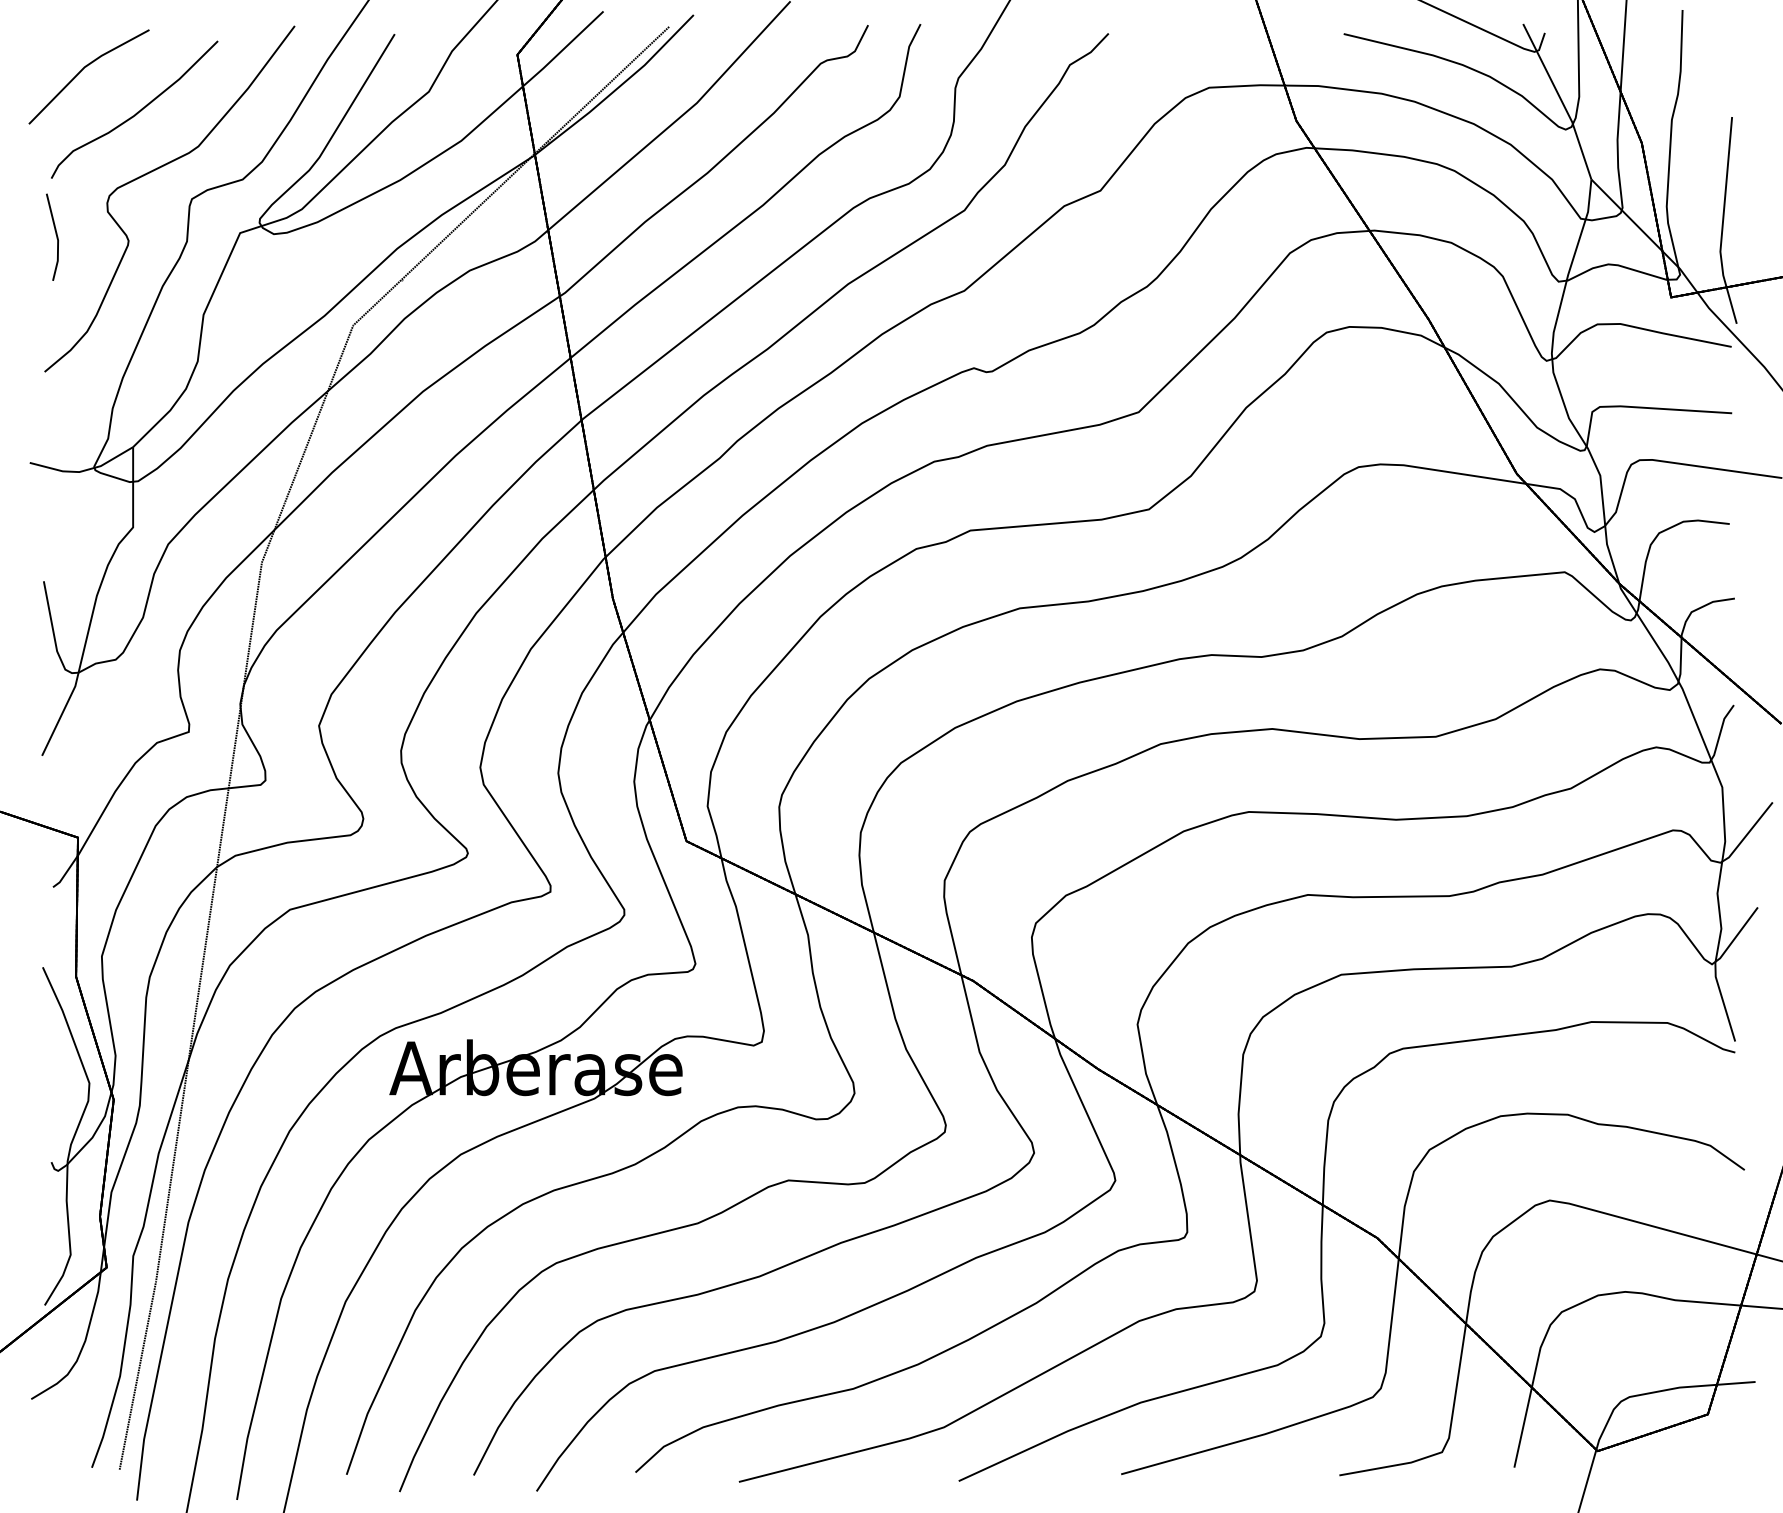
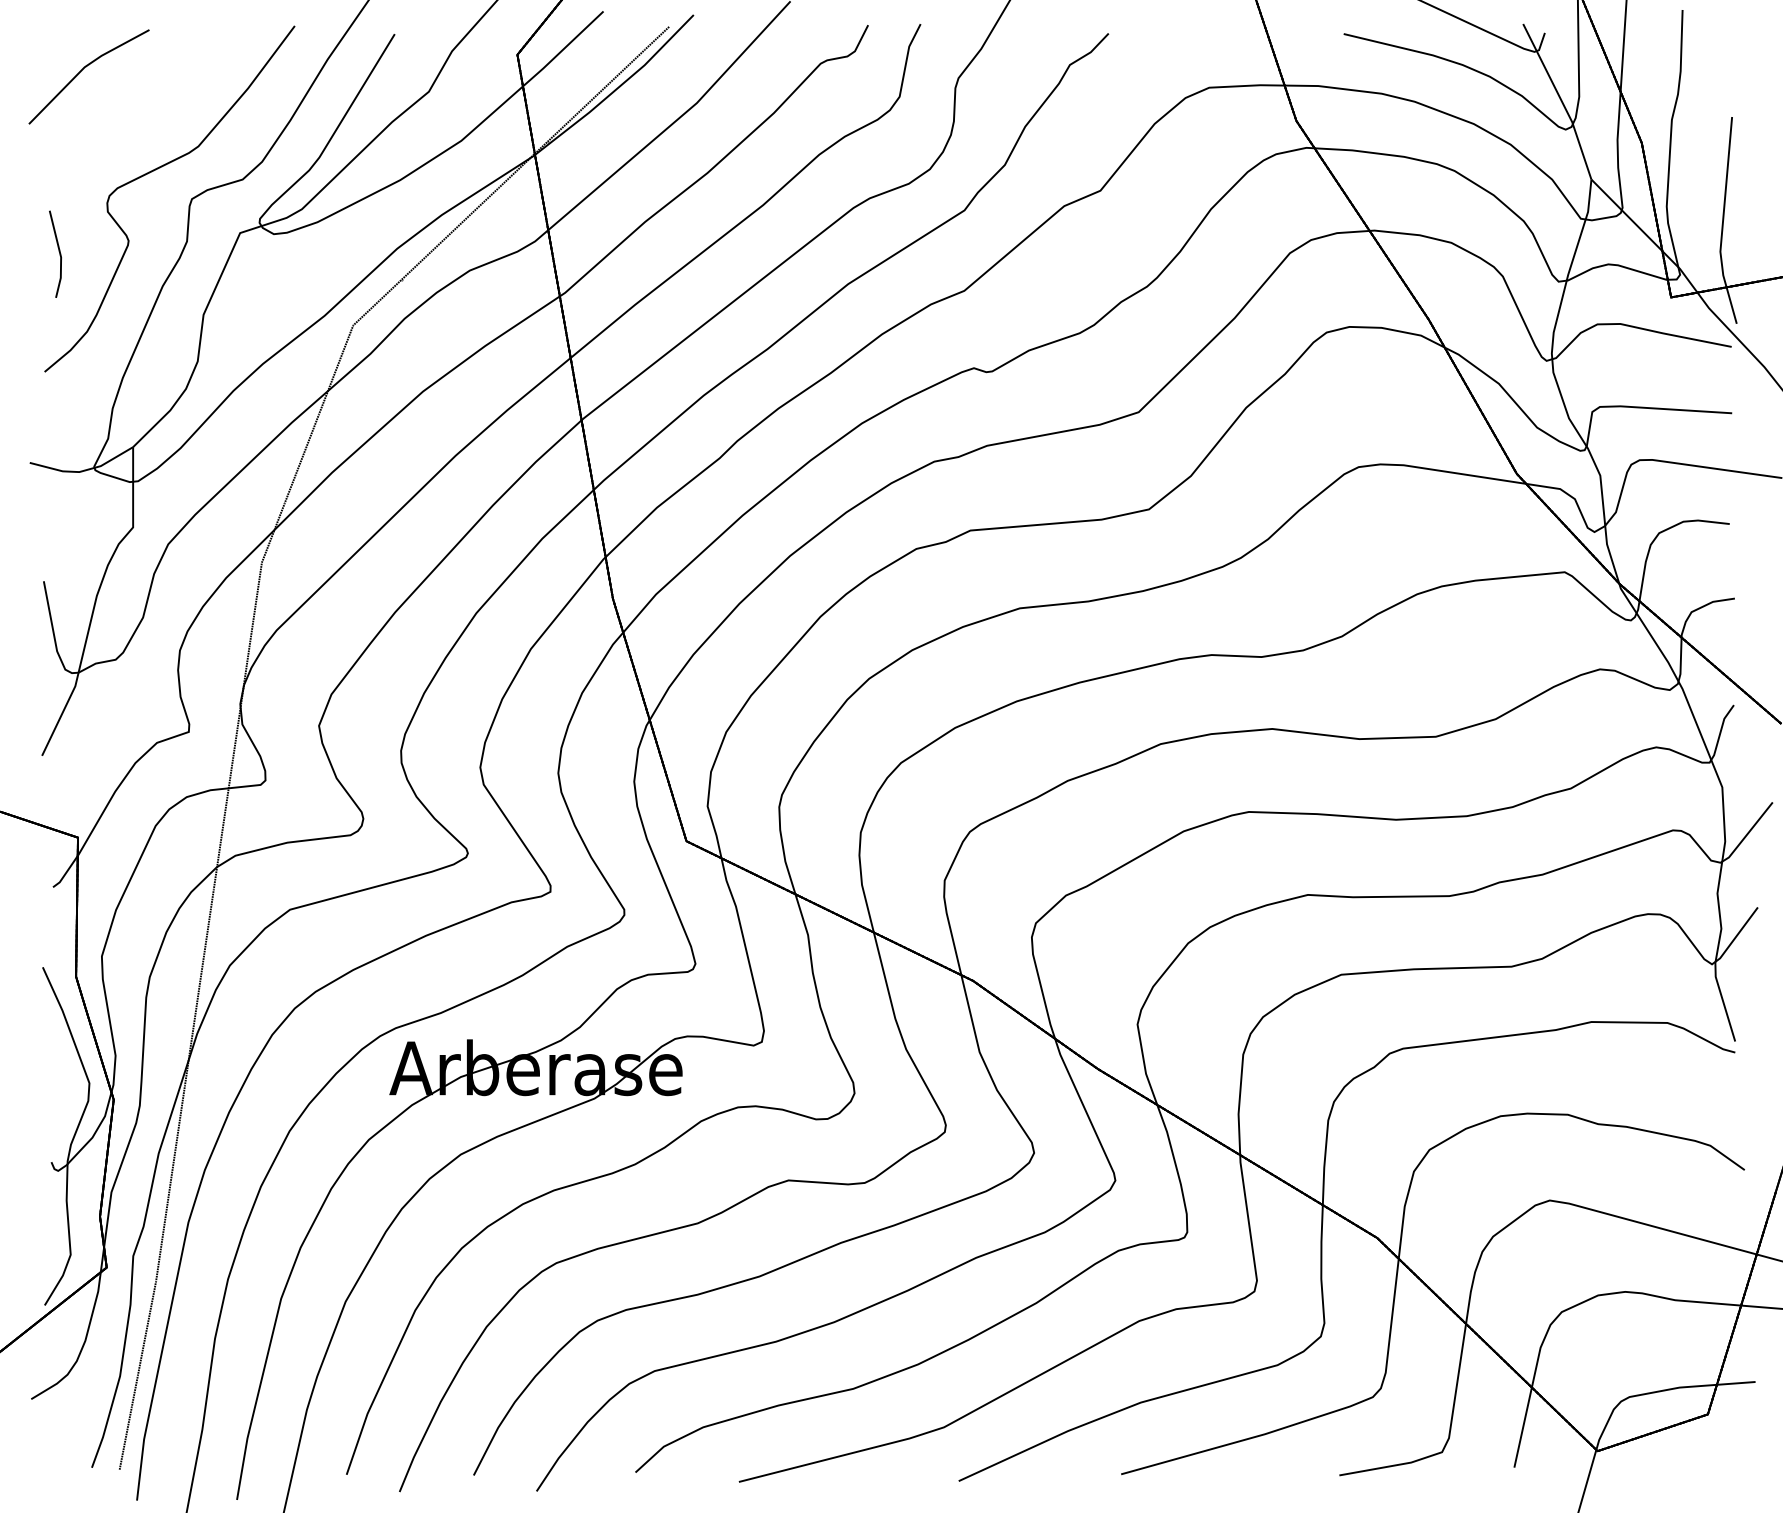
curve at (137, 111): present -> none
line at (55, 234) position: (55, 234) -> (58, 251)
